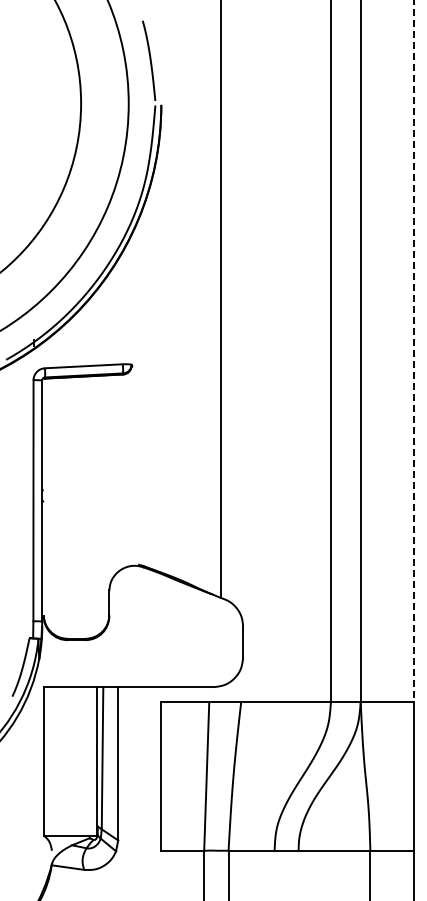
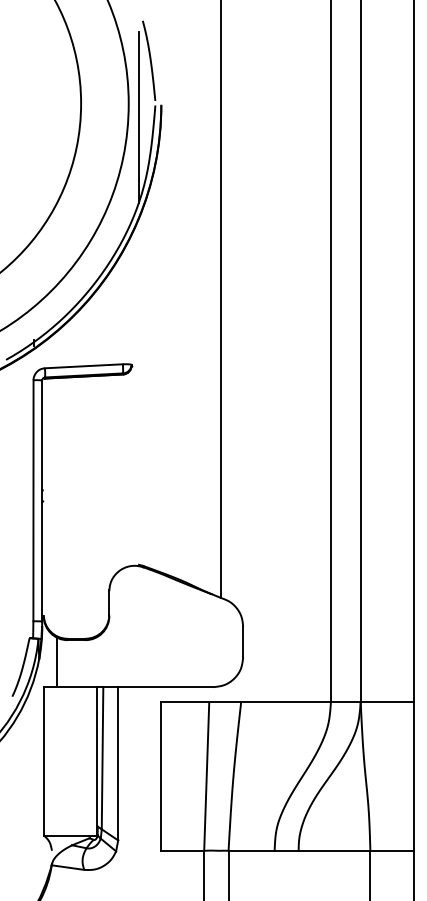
line at (139, 117): none -> present
line at (414, 351): dashed -> solid
line at (57, 662): none -> present
